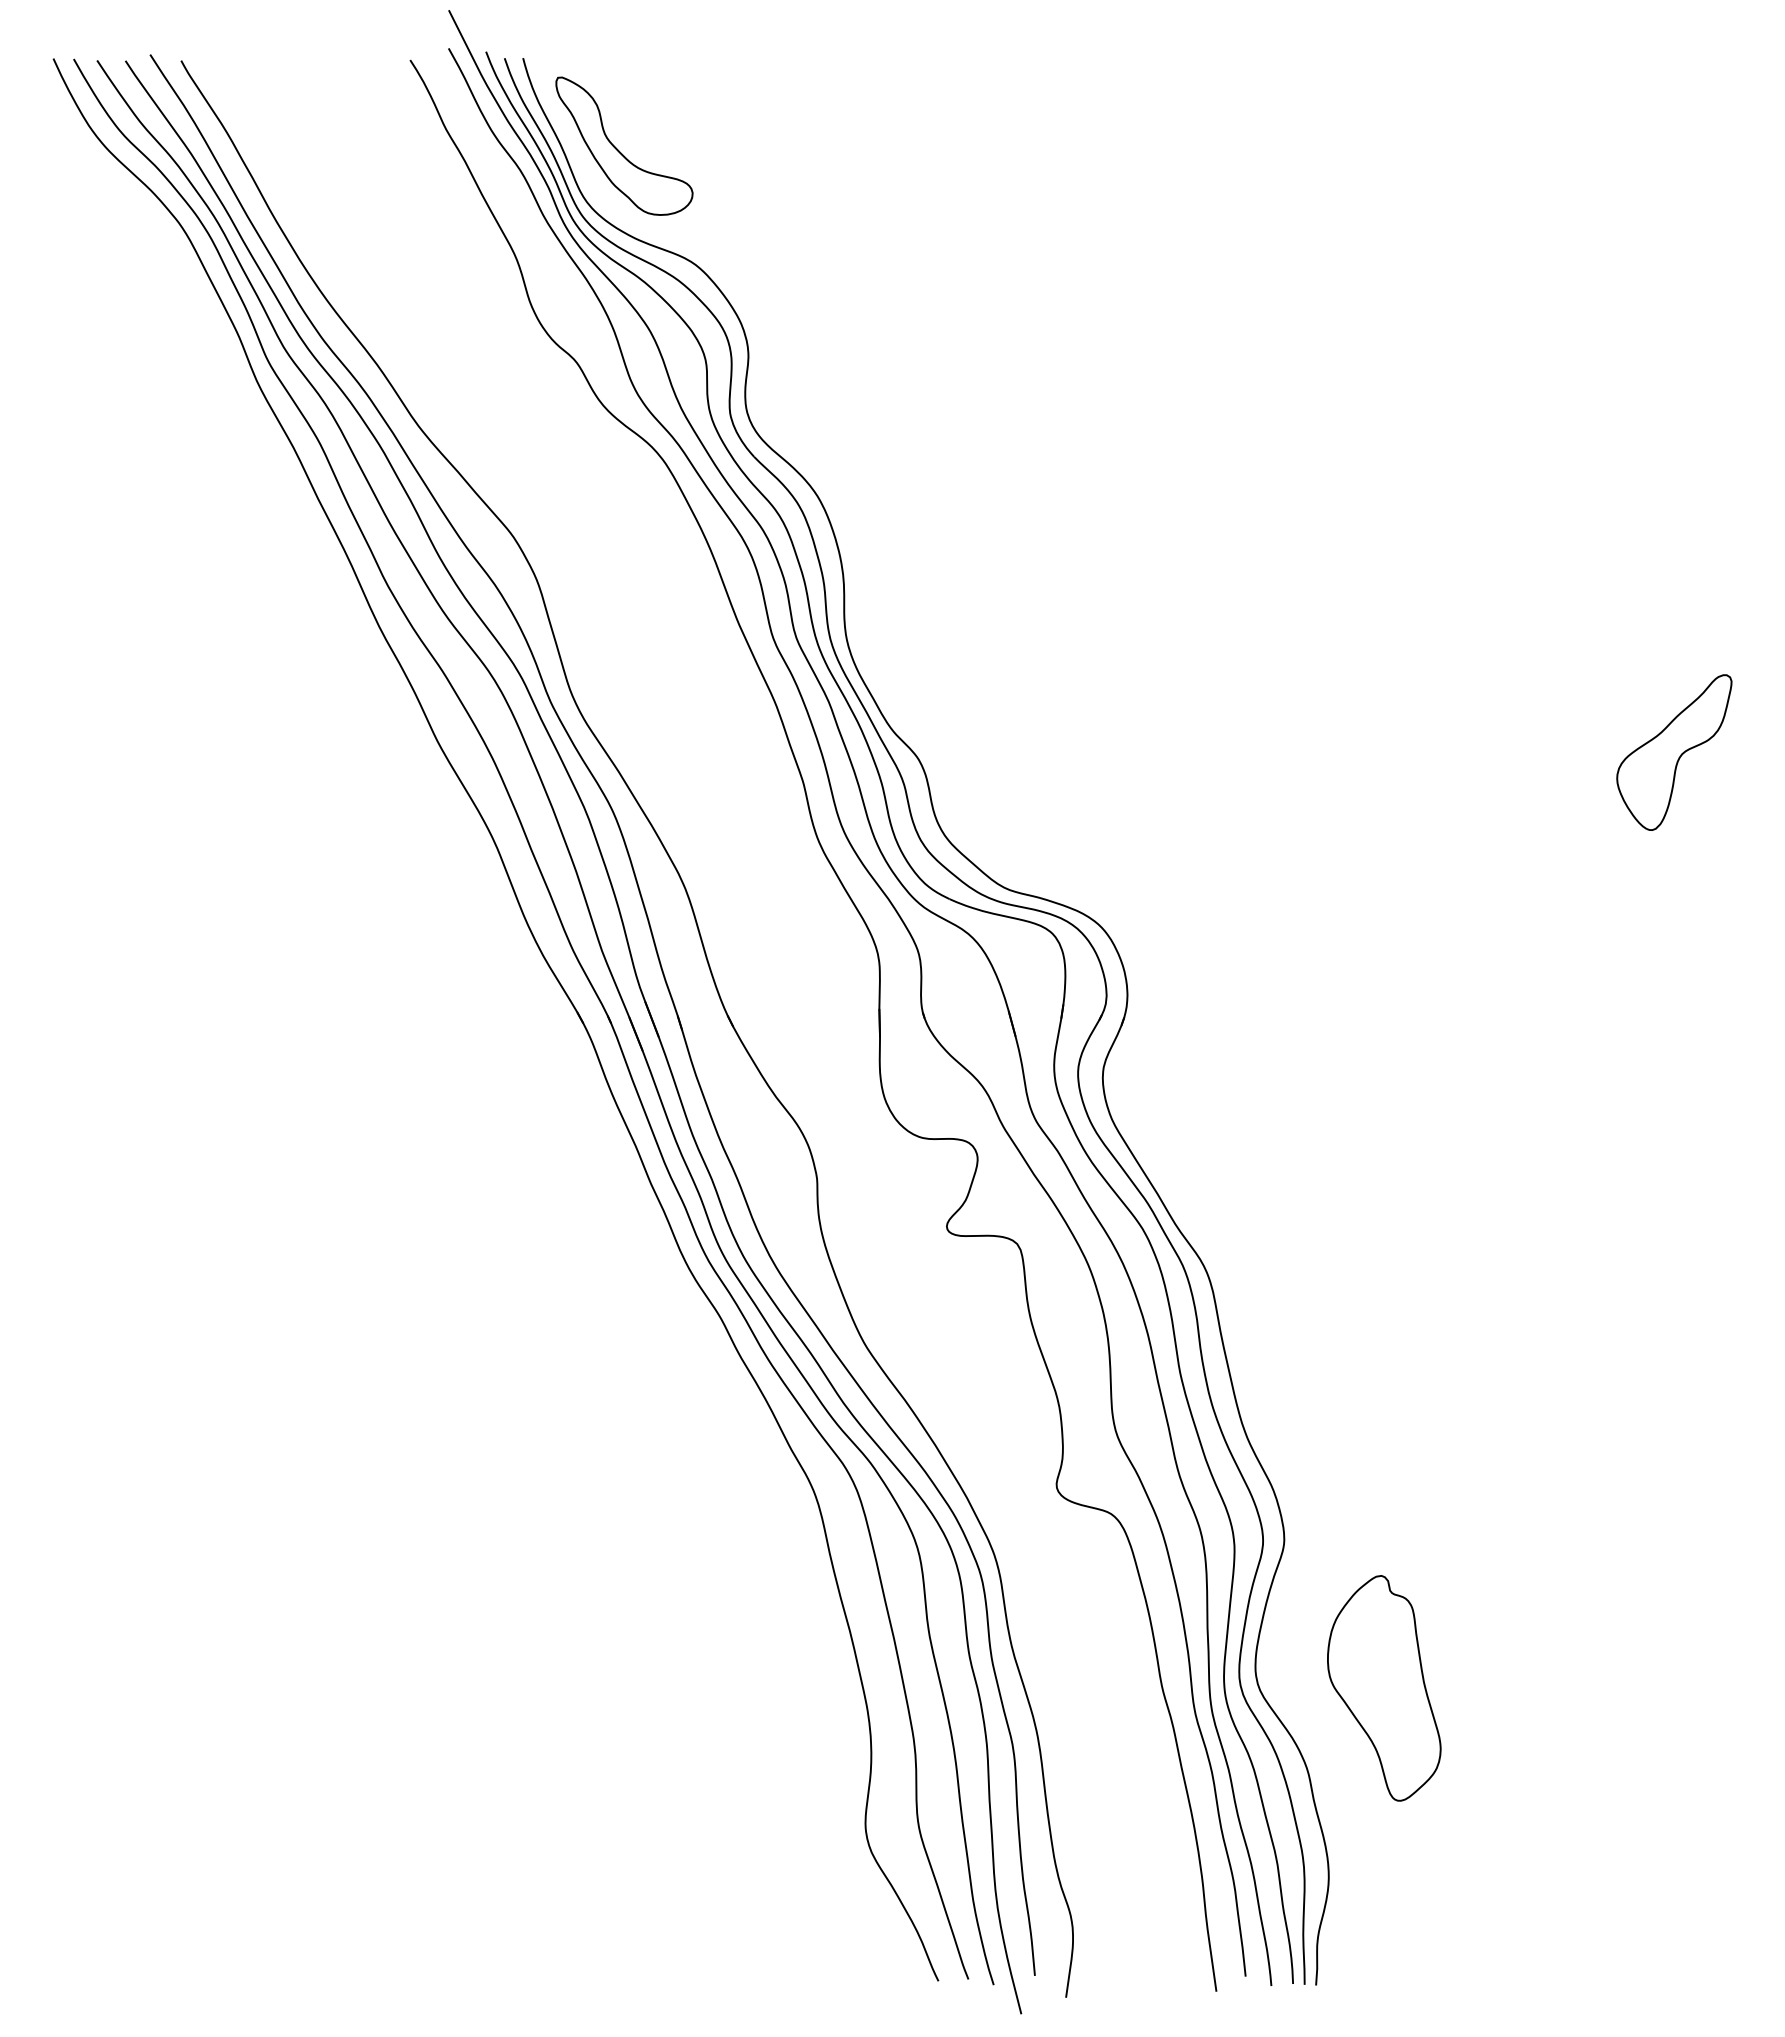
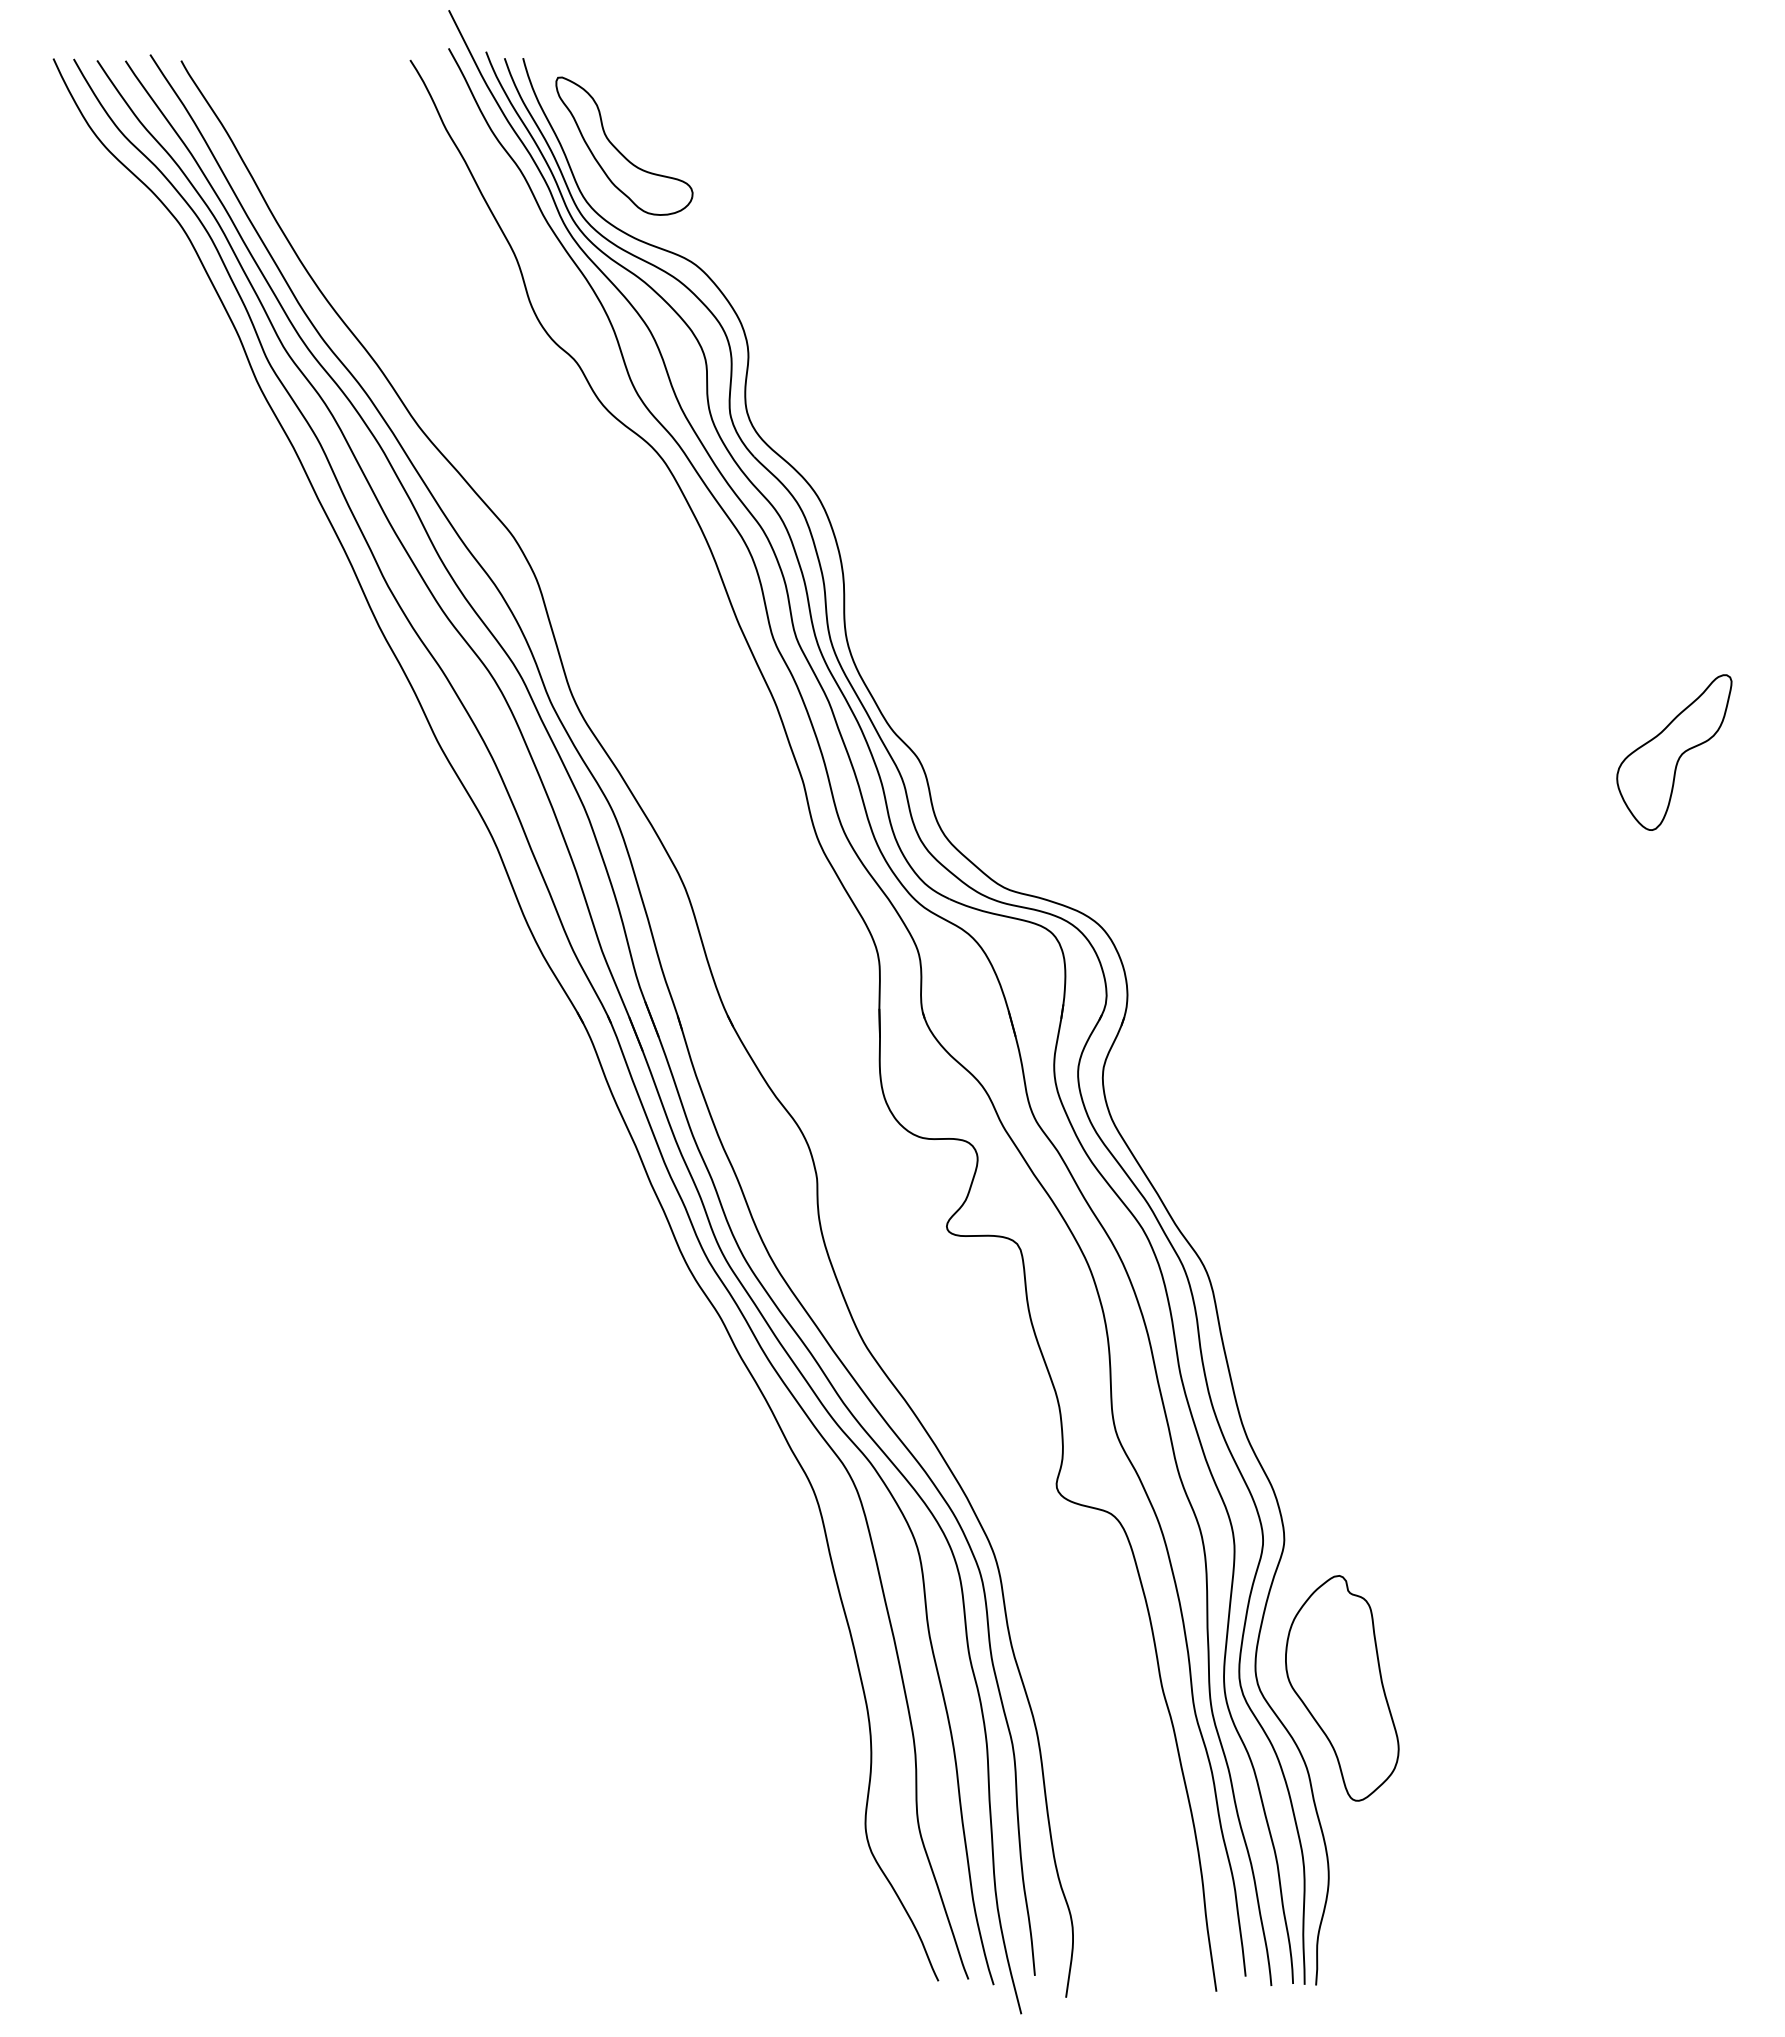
part at (1384, 1688) position: (1384, 1688) -> (1342, 1688)
